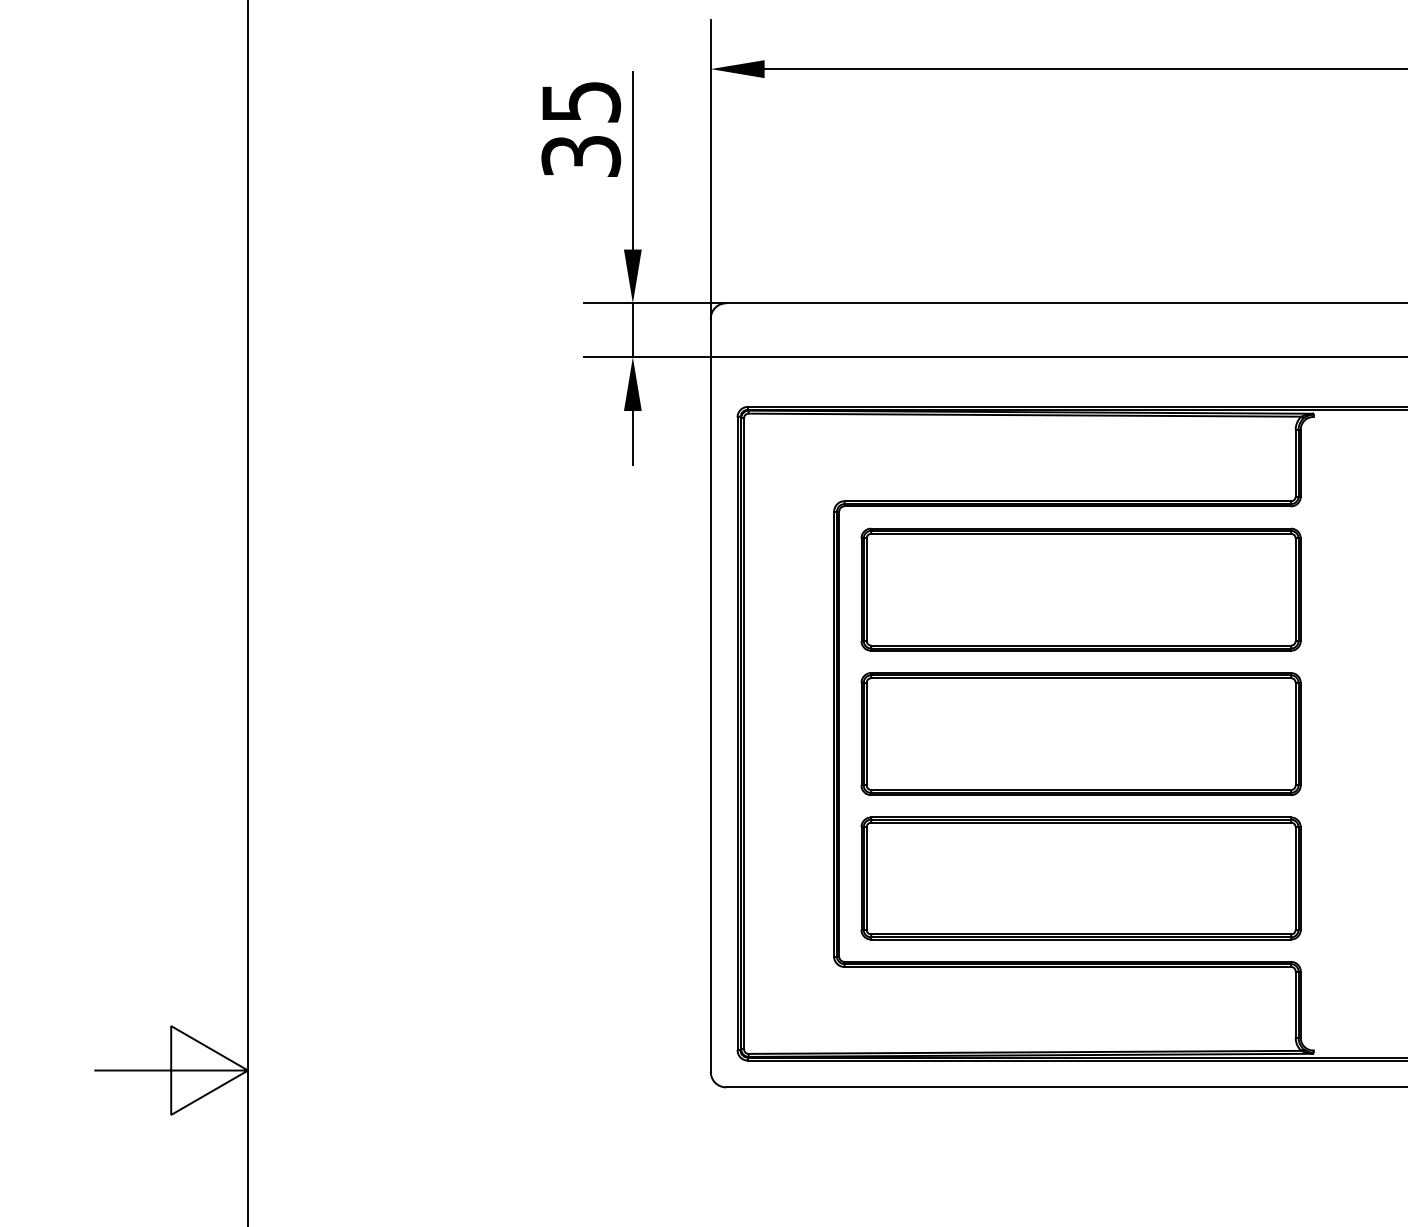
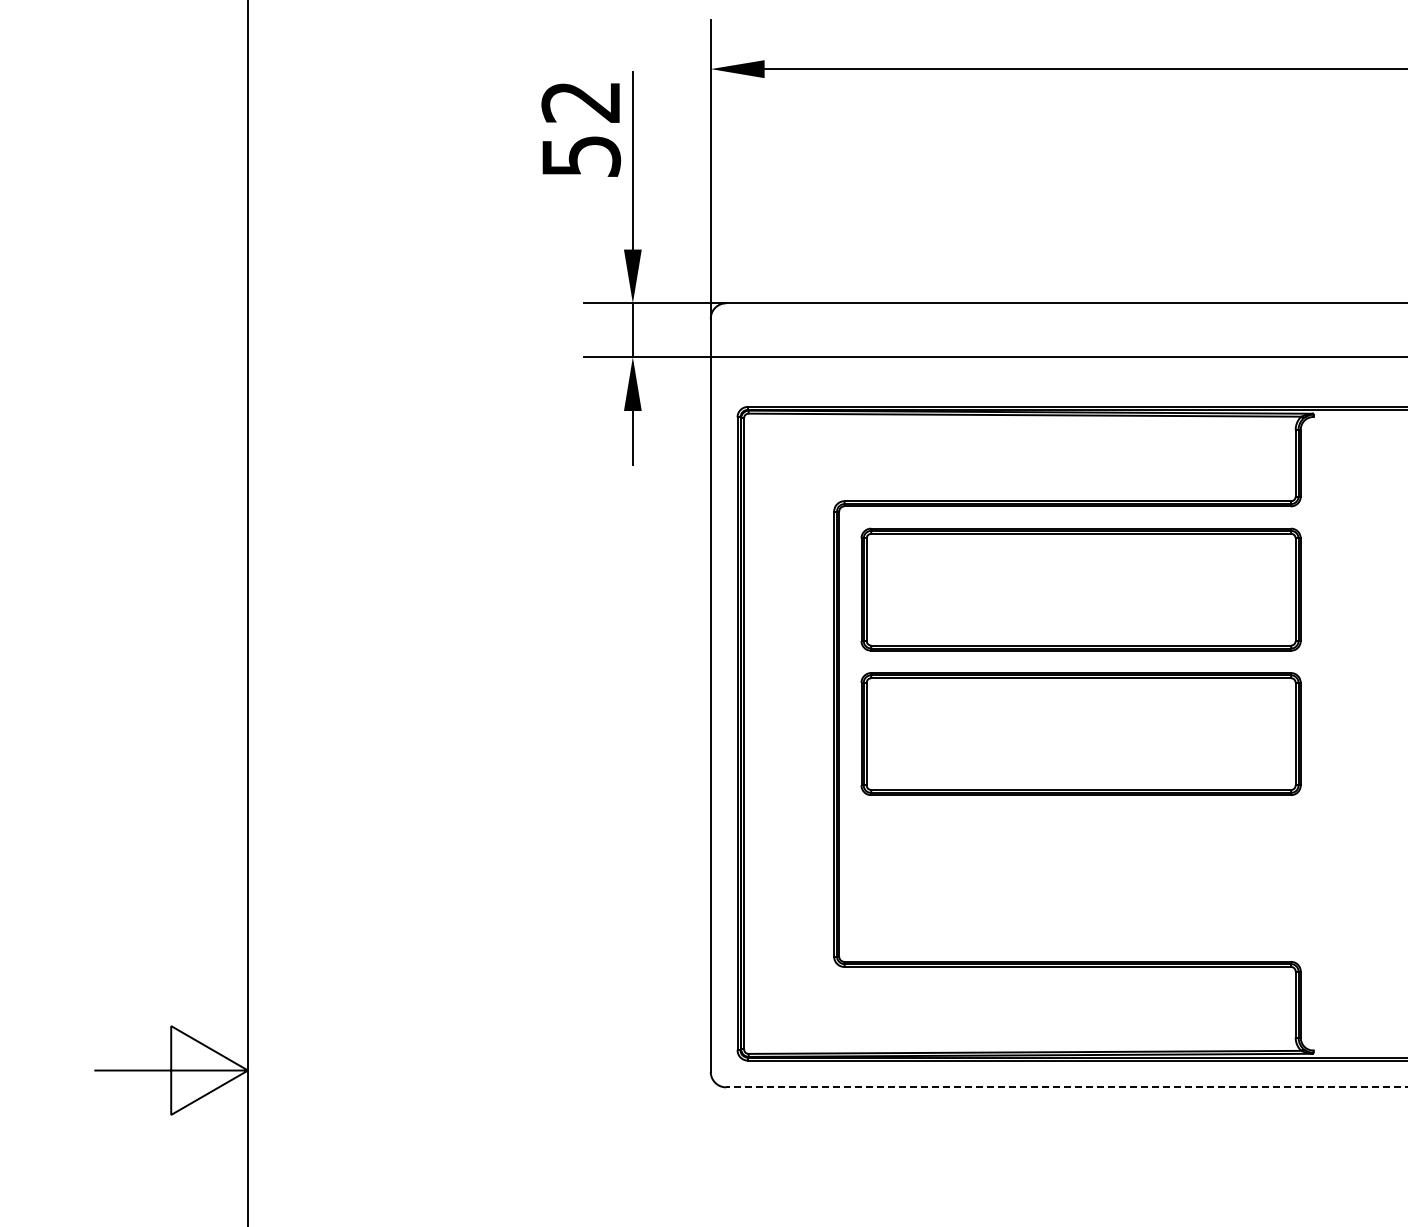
text at (581, 129): 35 -> 52
part at (1080, 878): present -> none
line at (1067, 1087): solid -> dashed
